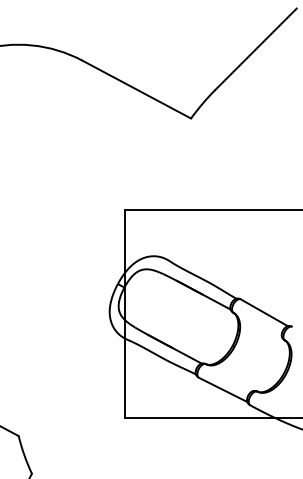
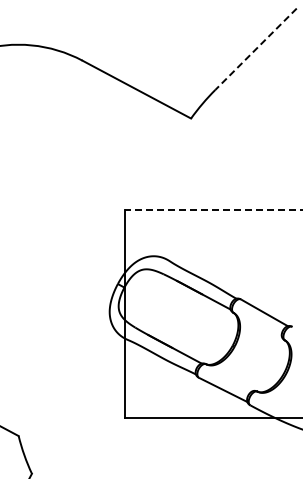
line at (256, 49): solid -> dashed
line at (213, 210): solid -> dashed
